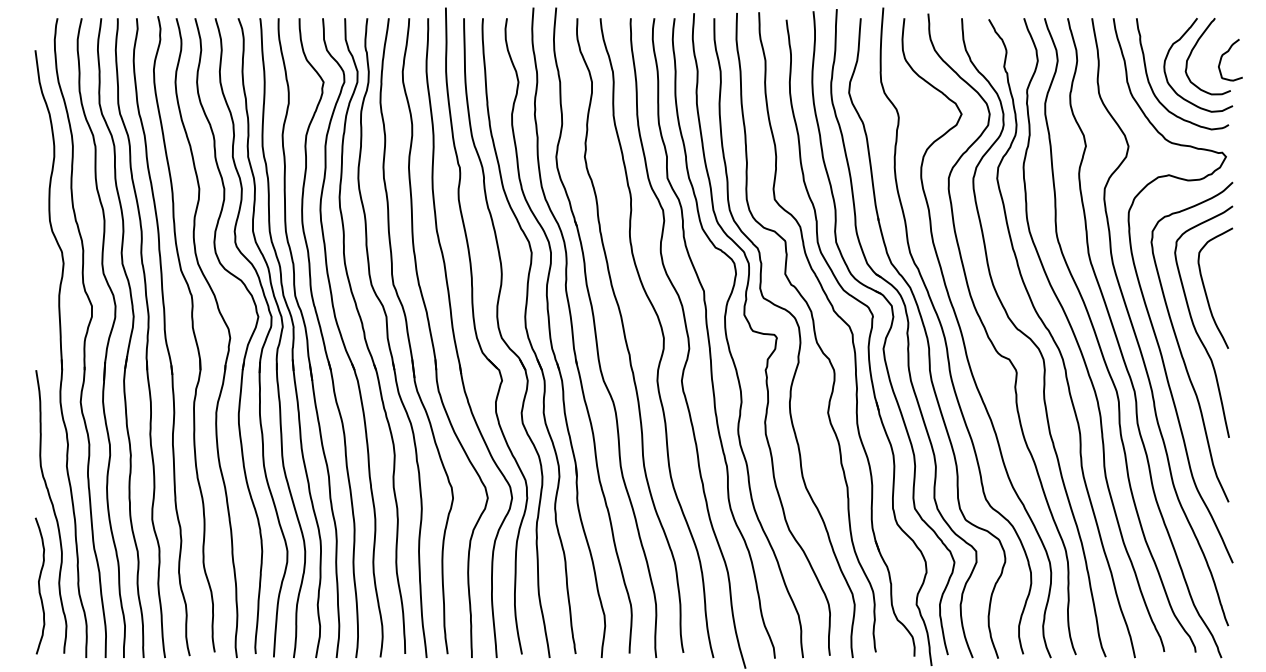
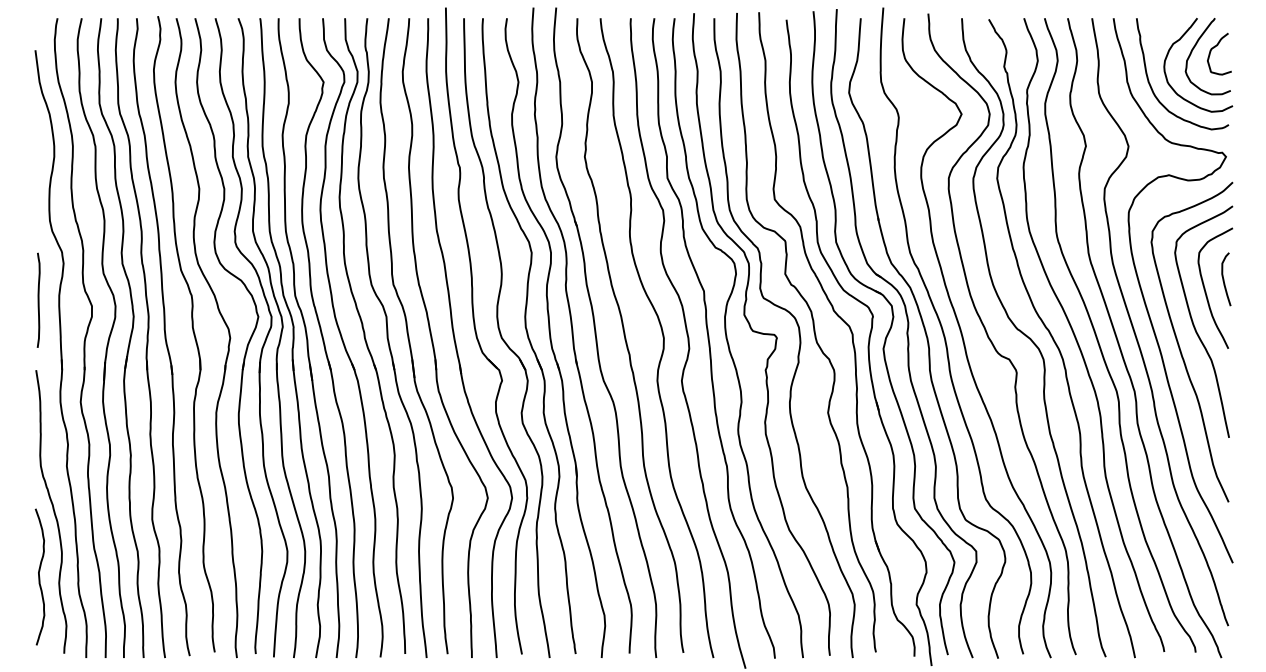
curve at (1225, 54) position: (1225, 54) -> (1214, 48)
curve at (1224, 279): none -> present
curve at (38, 299): none -> present
curve at (39, 585) position: (39, 585) -> (39, 576)
